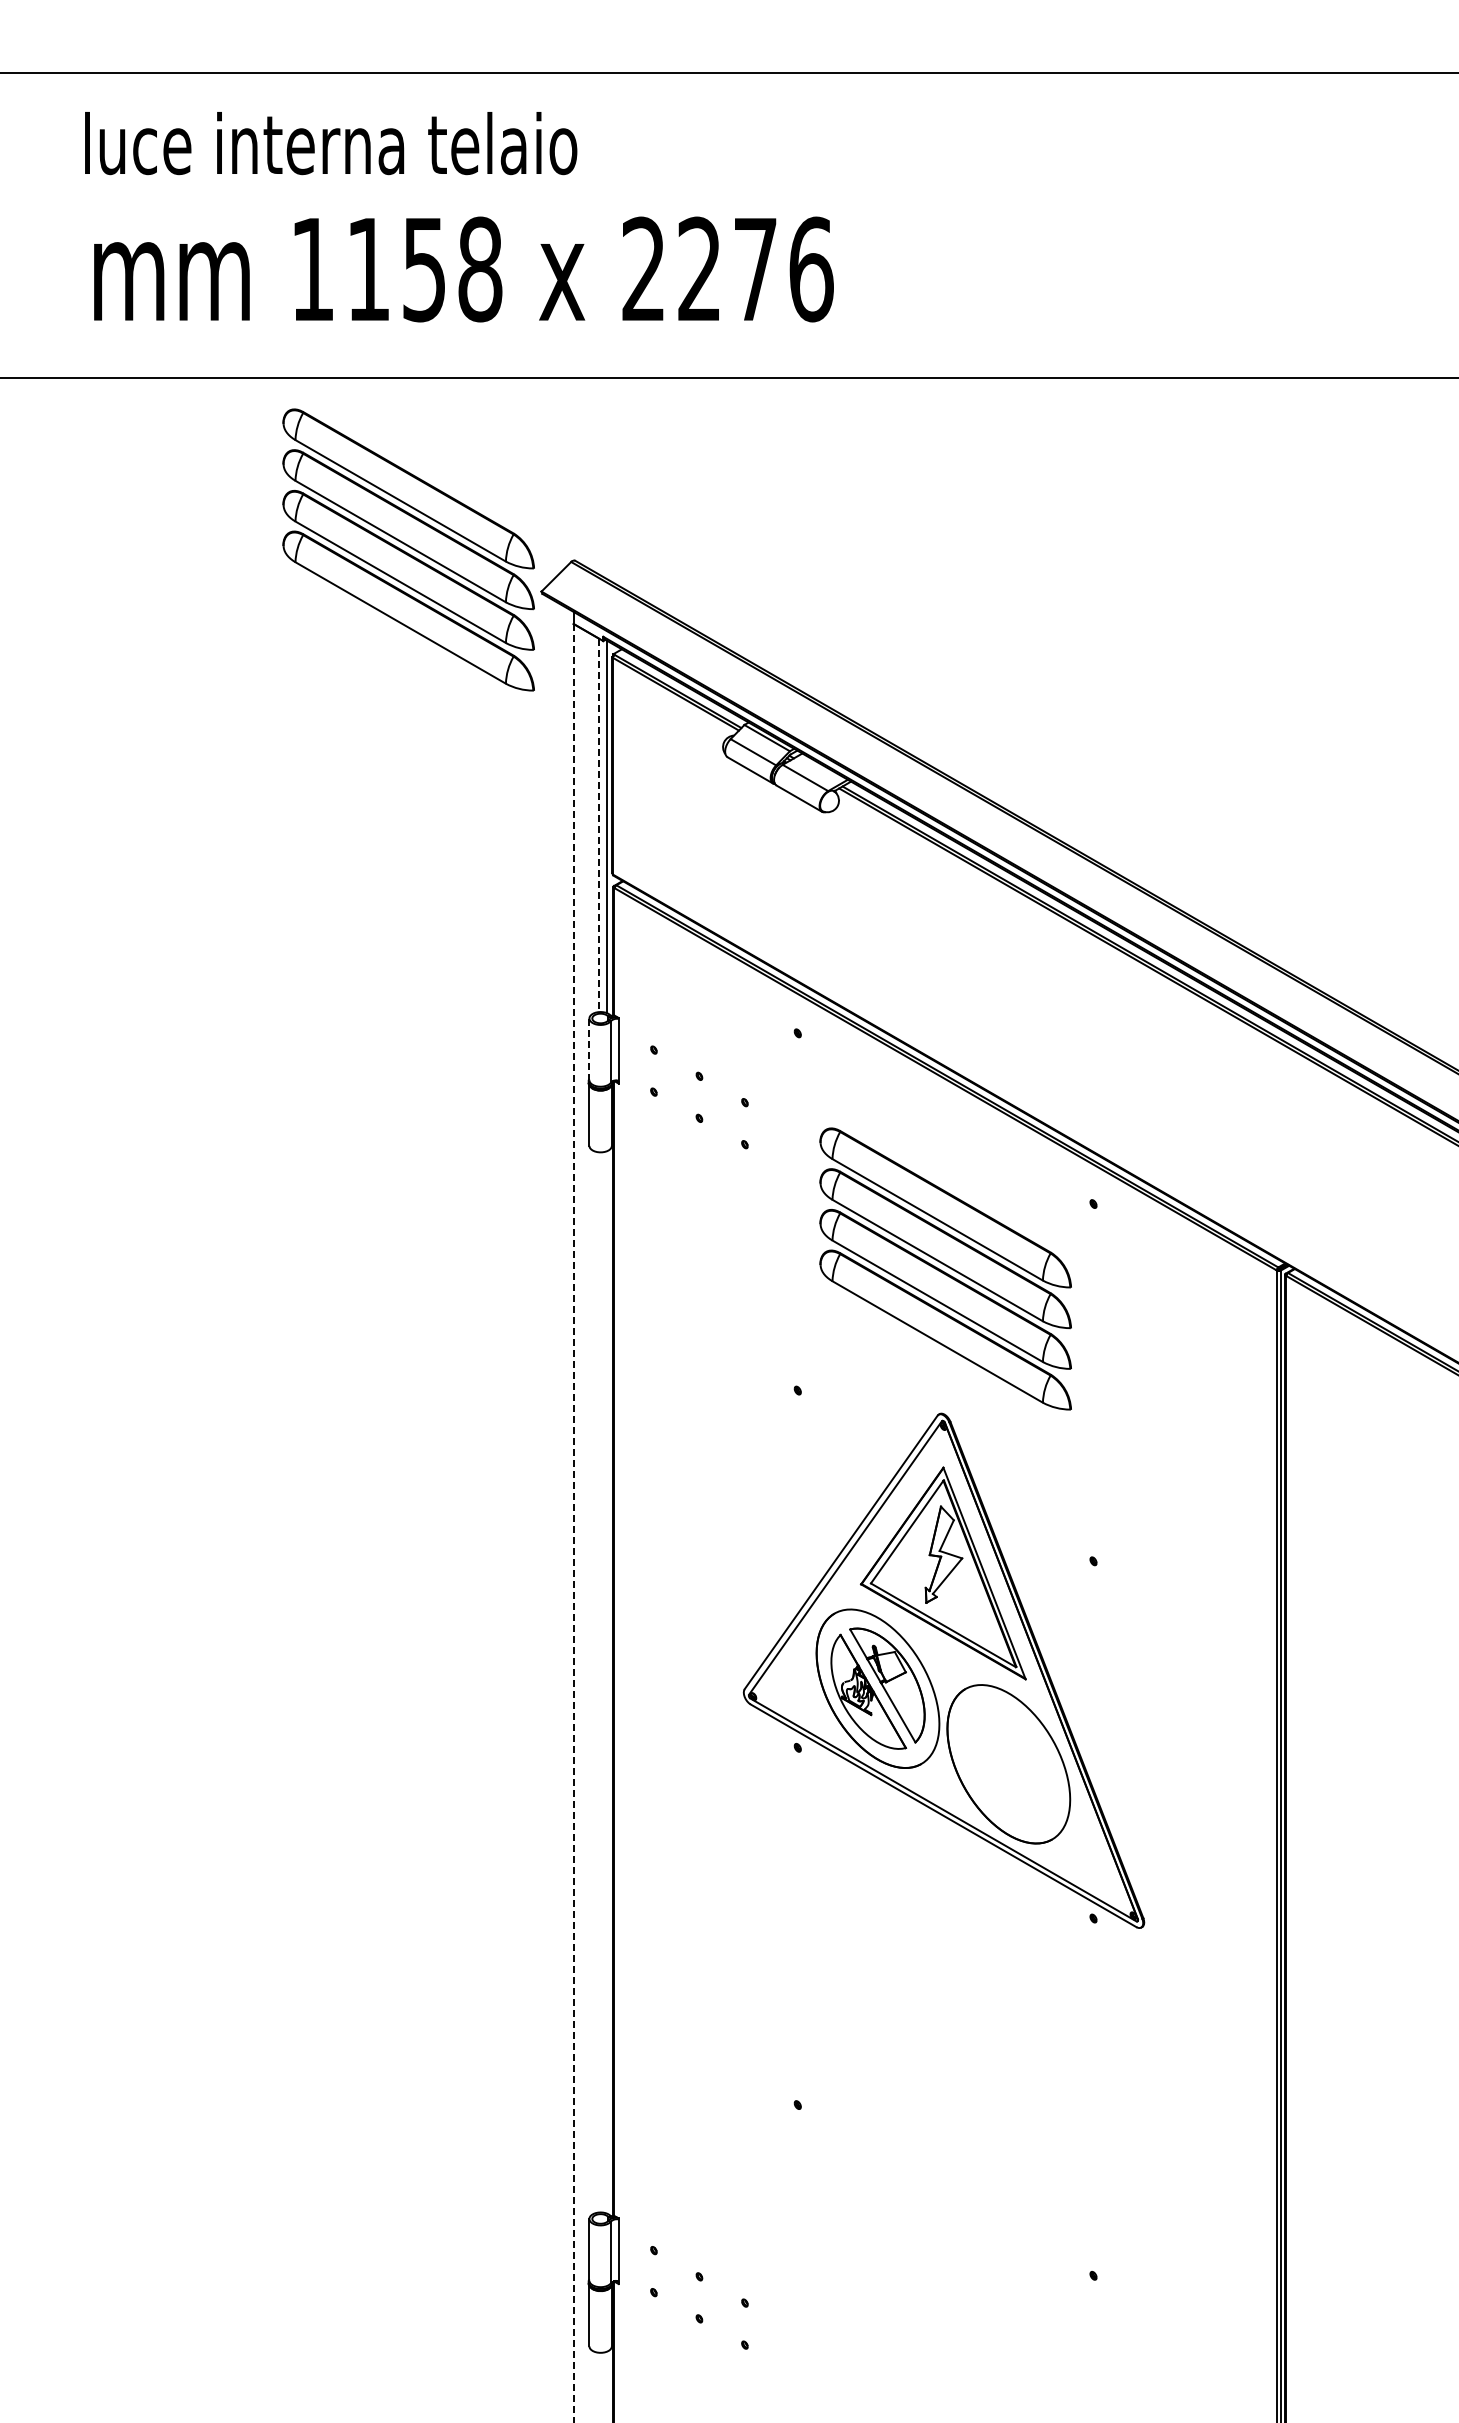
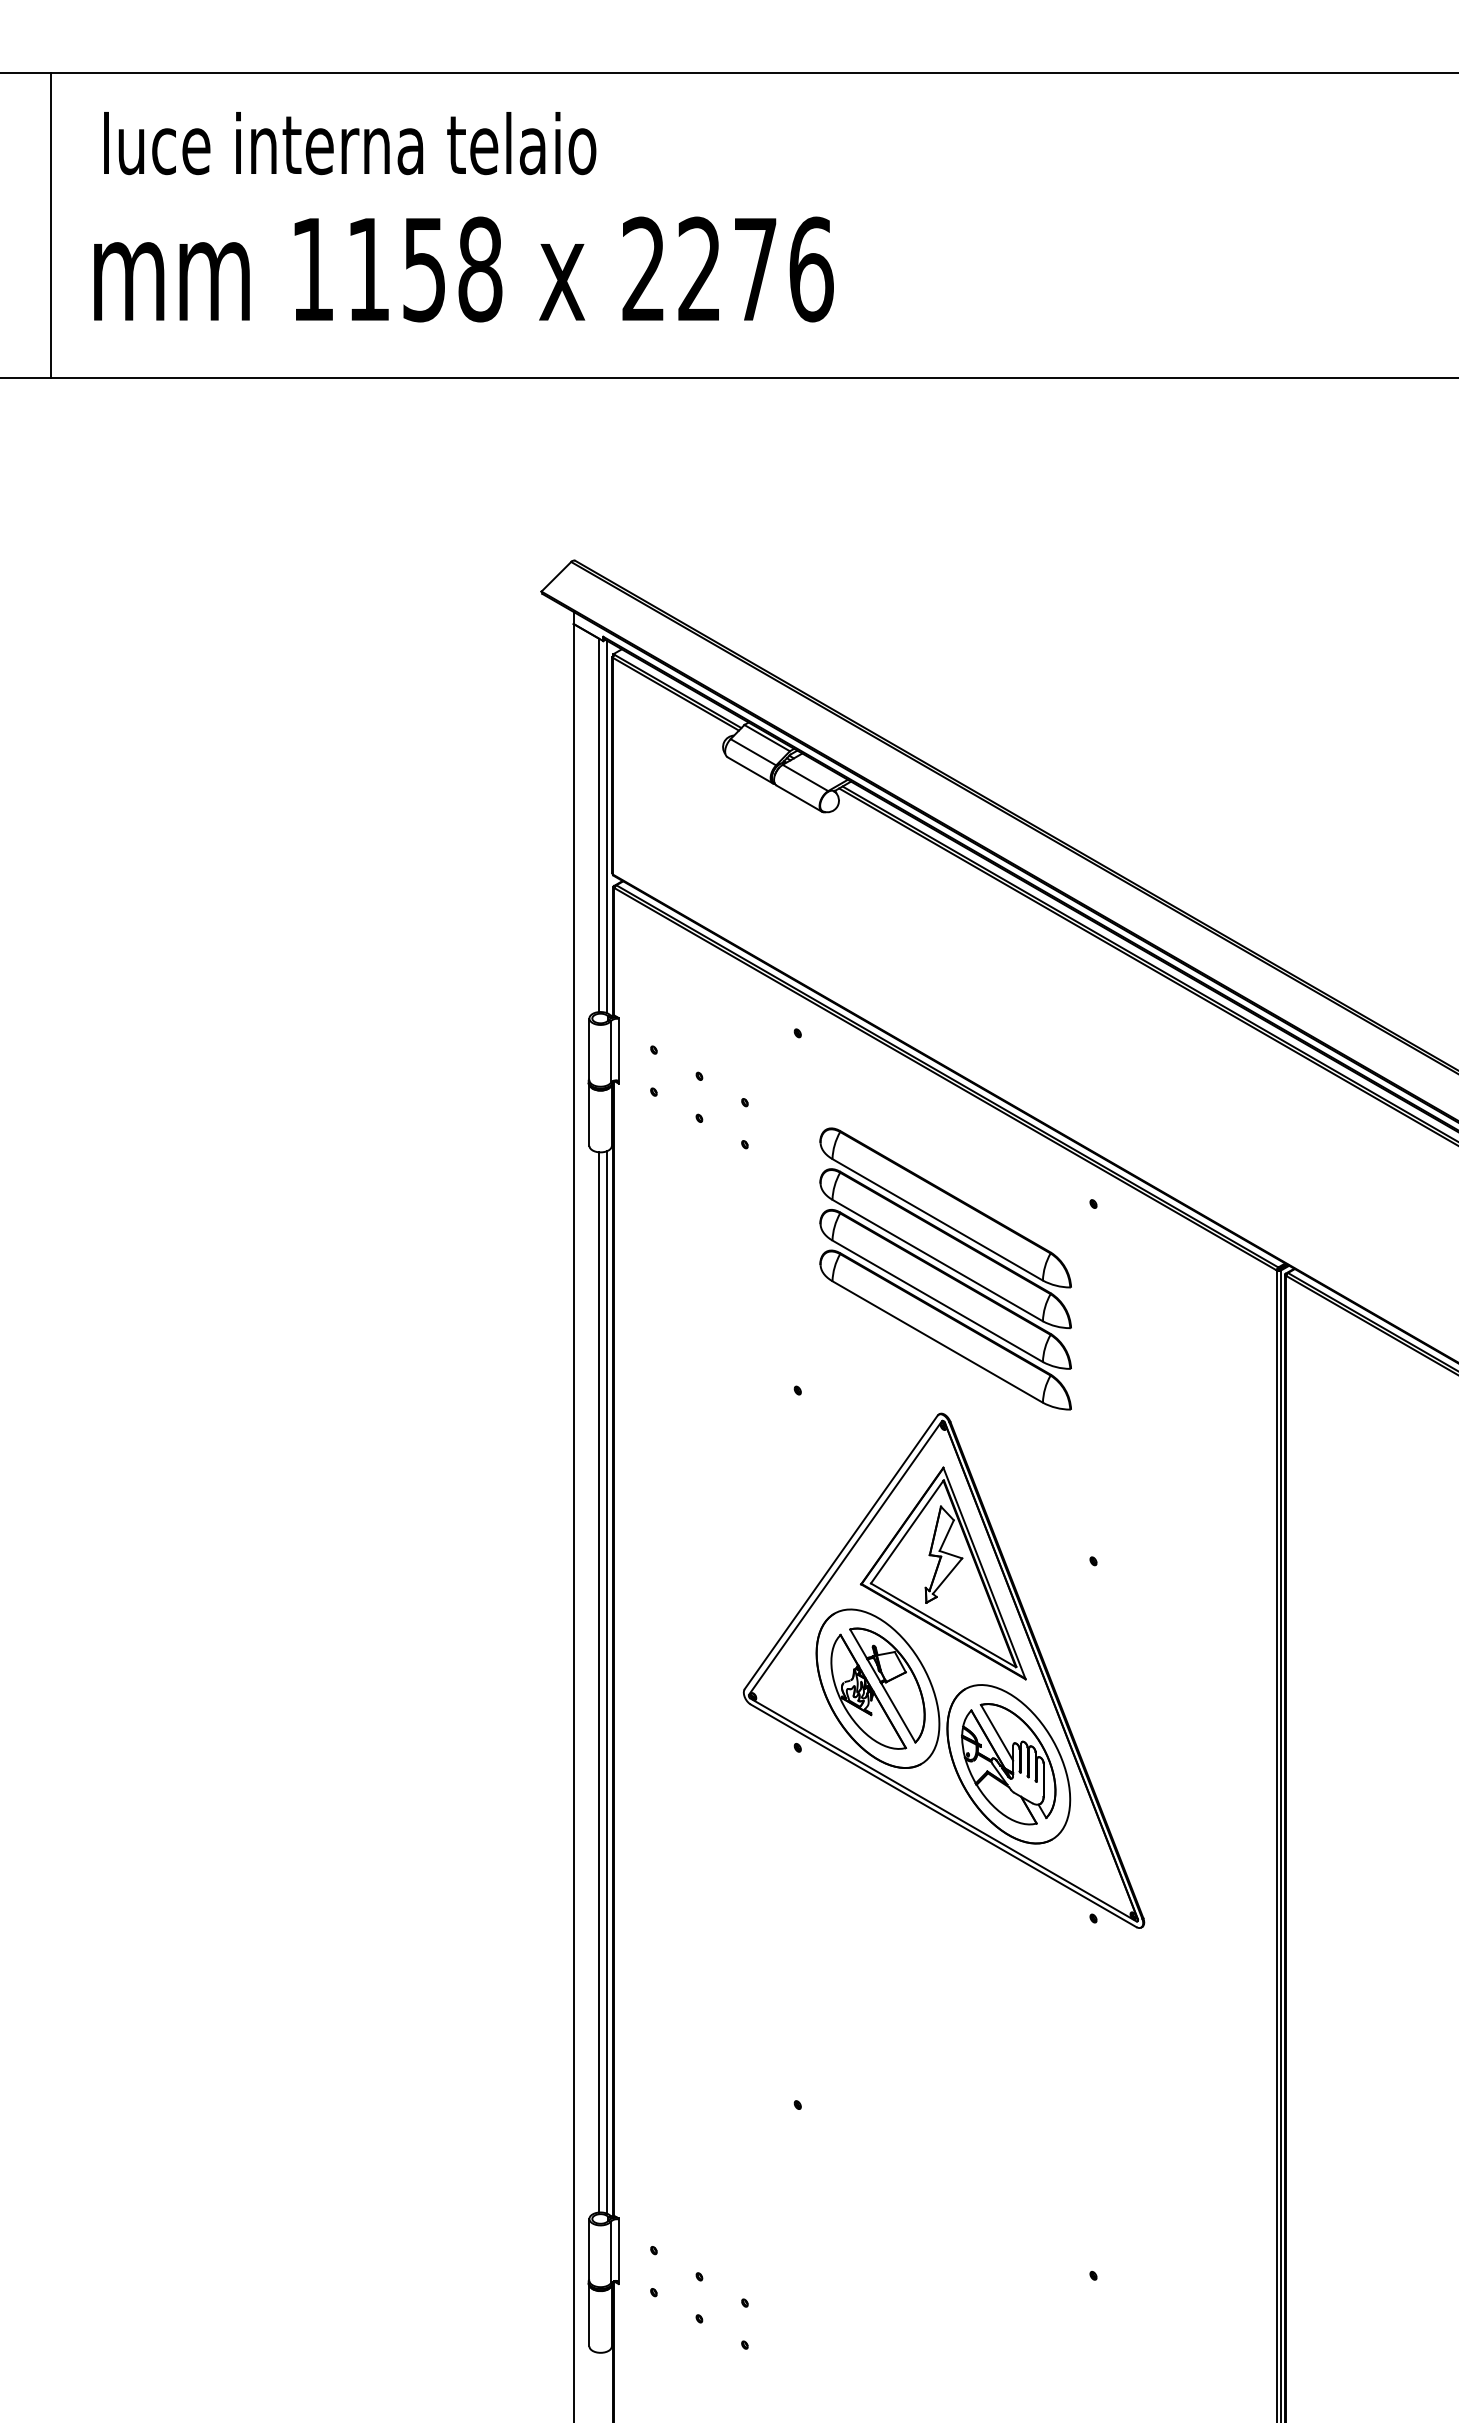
text at (331, 143) position: (331, 143) -> (350, 143)
line at (50, 225): none -> present
part at (408, 549): present -> none
line at (599, 825): dashed -> solid
line at (589, 1049): dashed -> solid
line at (573, 1523): dashed -> solid
line at (599, 1682): none -> present
line at (606, 1682): none -> present
part at (1008, 1764): none -> present
